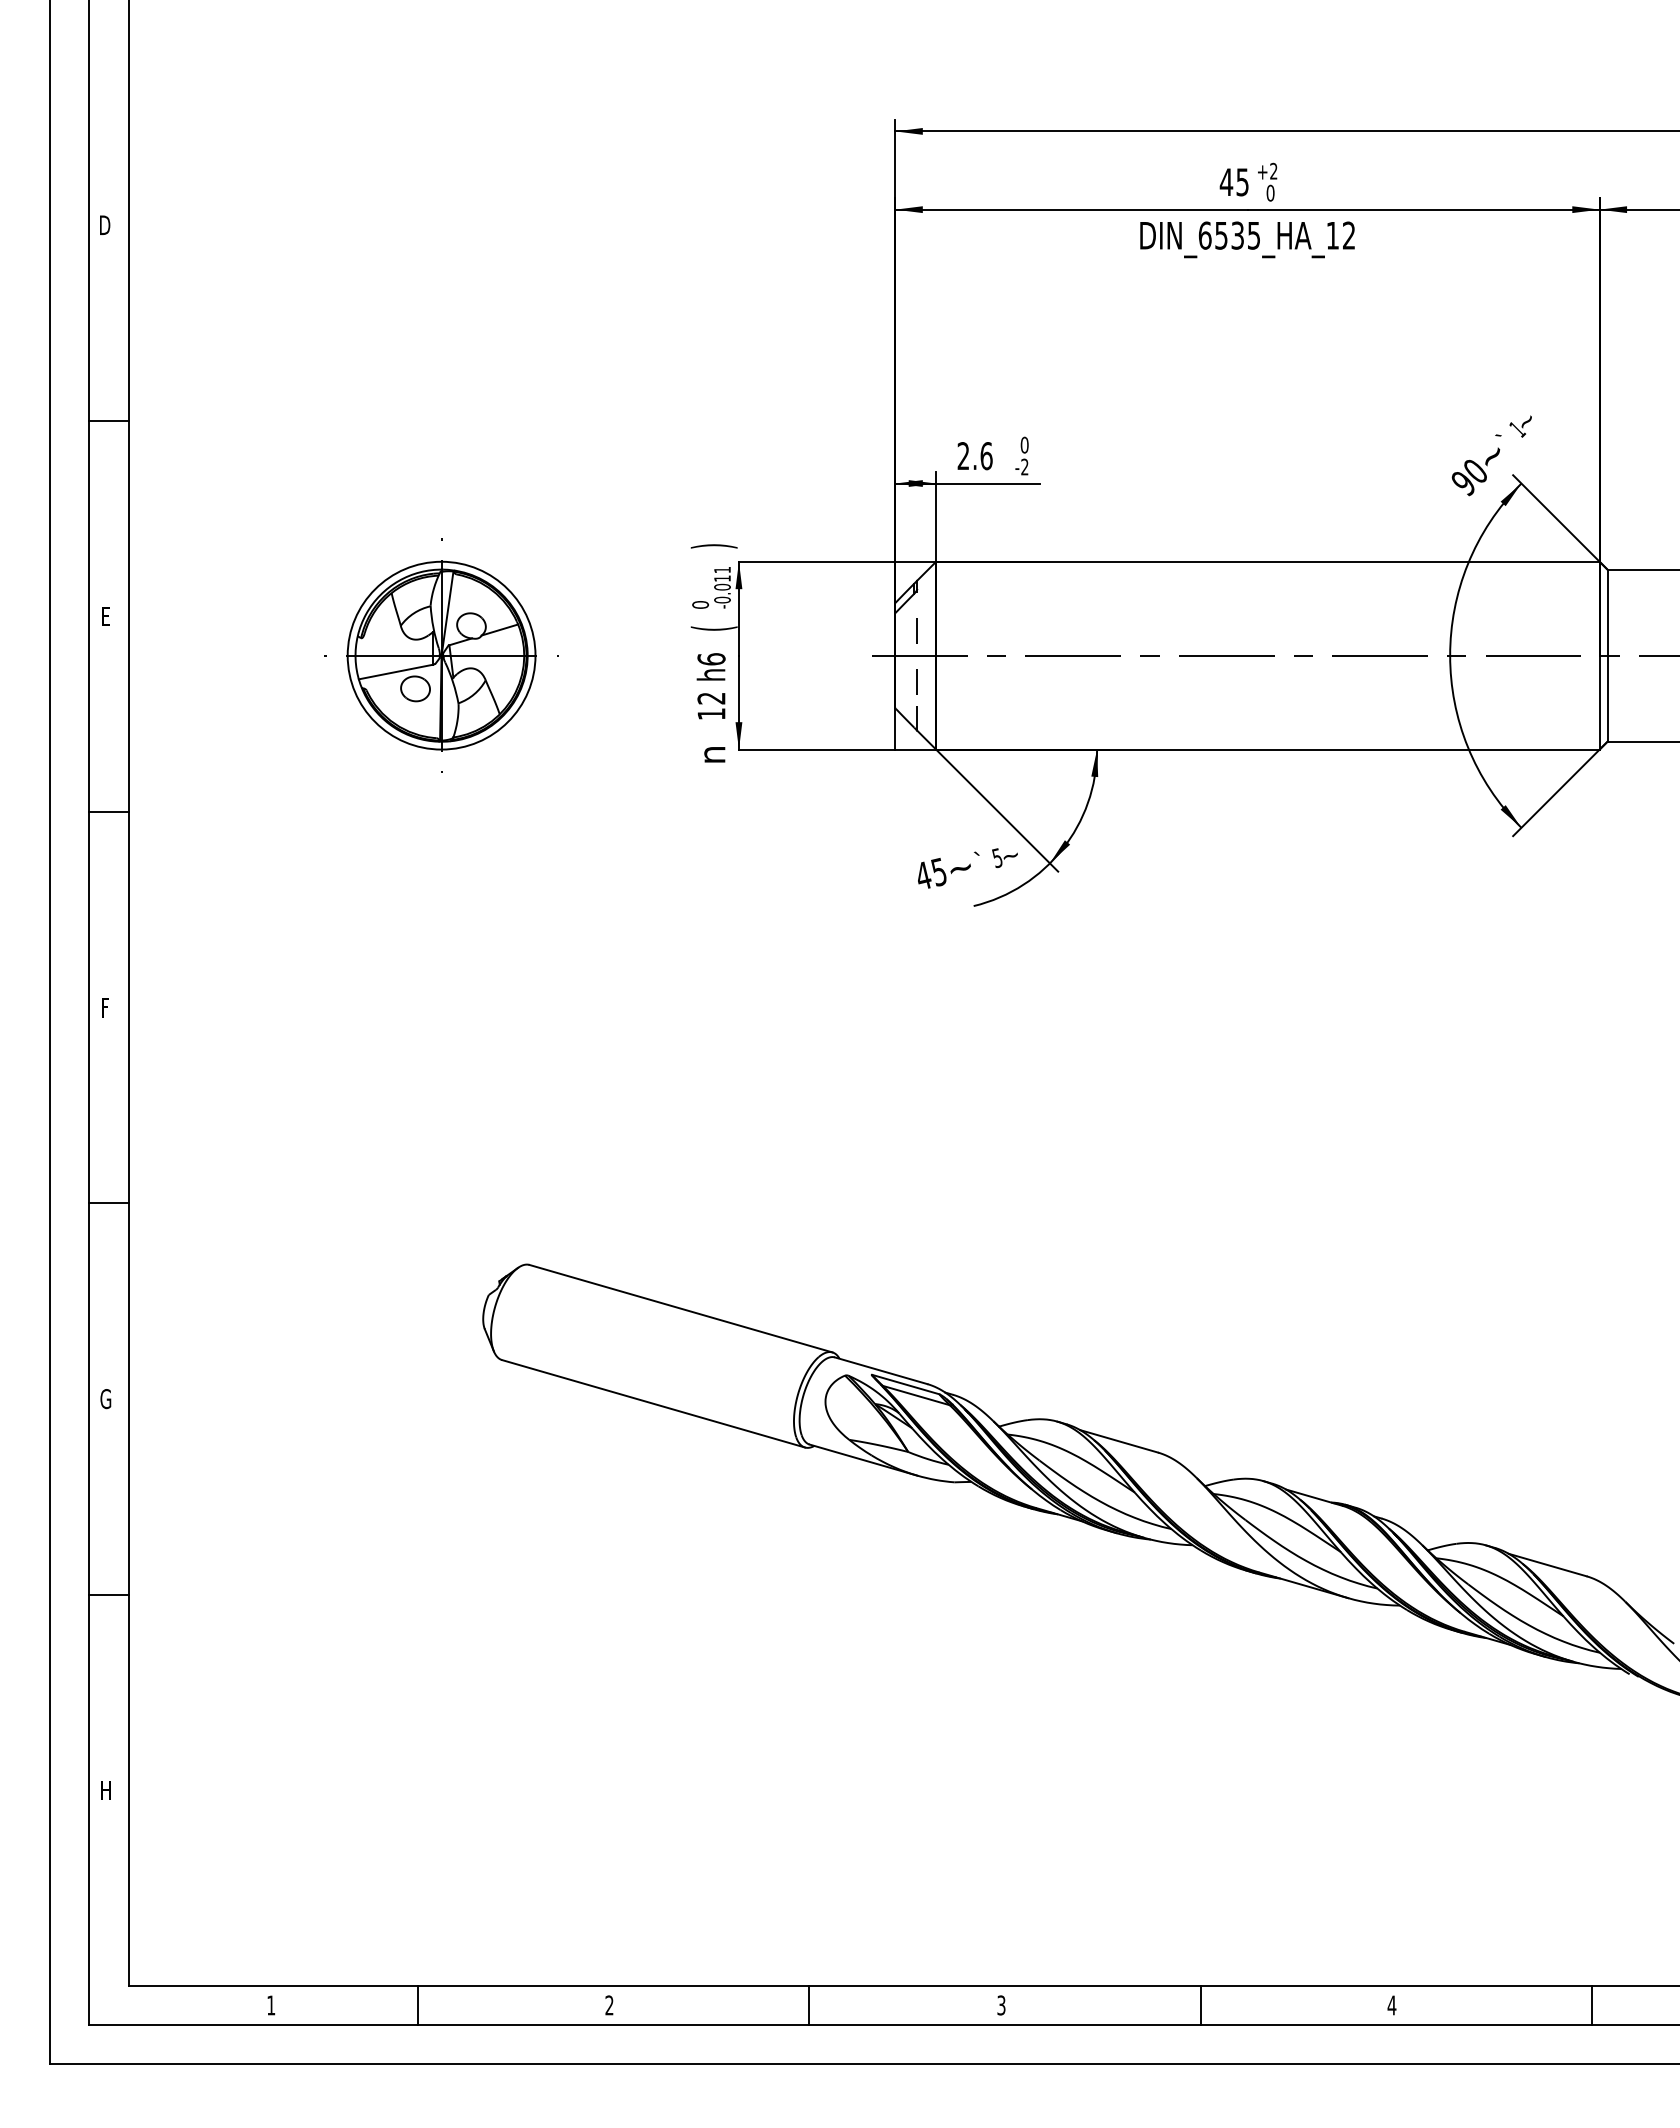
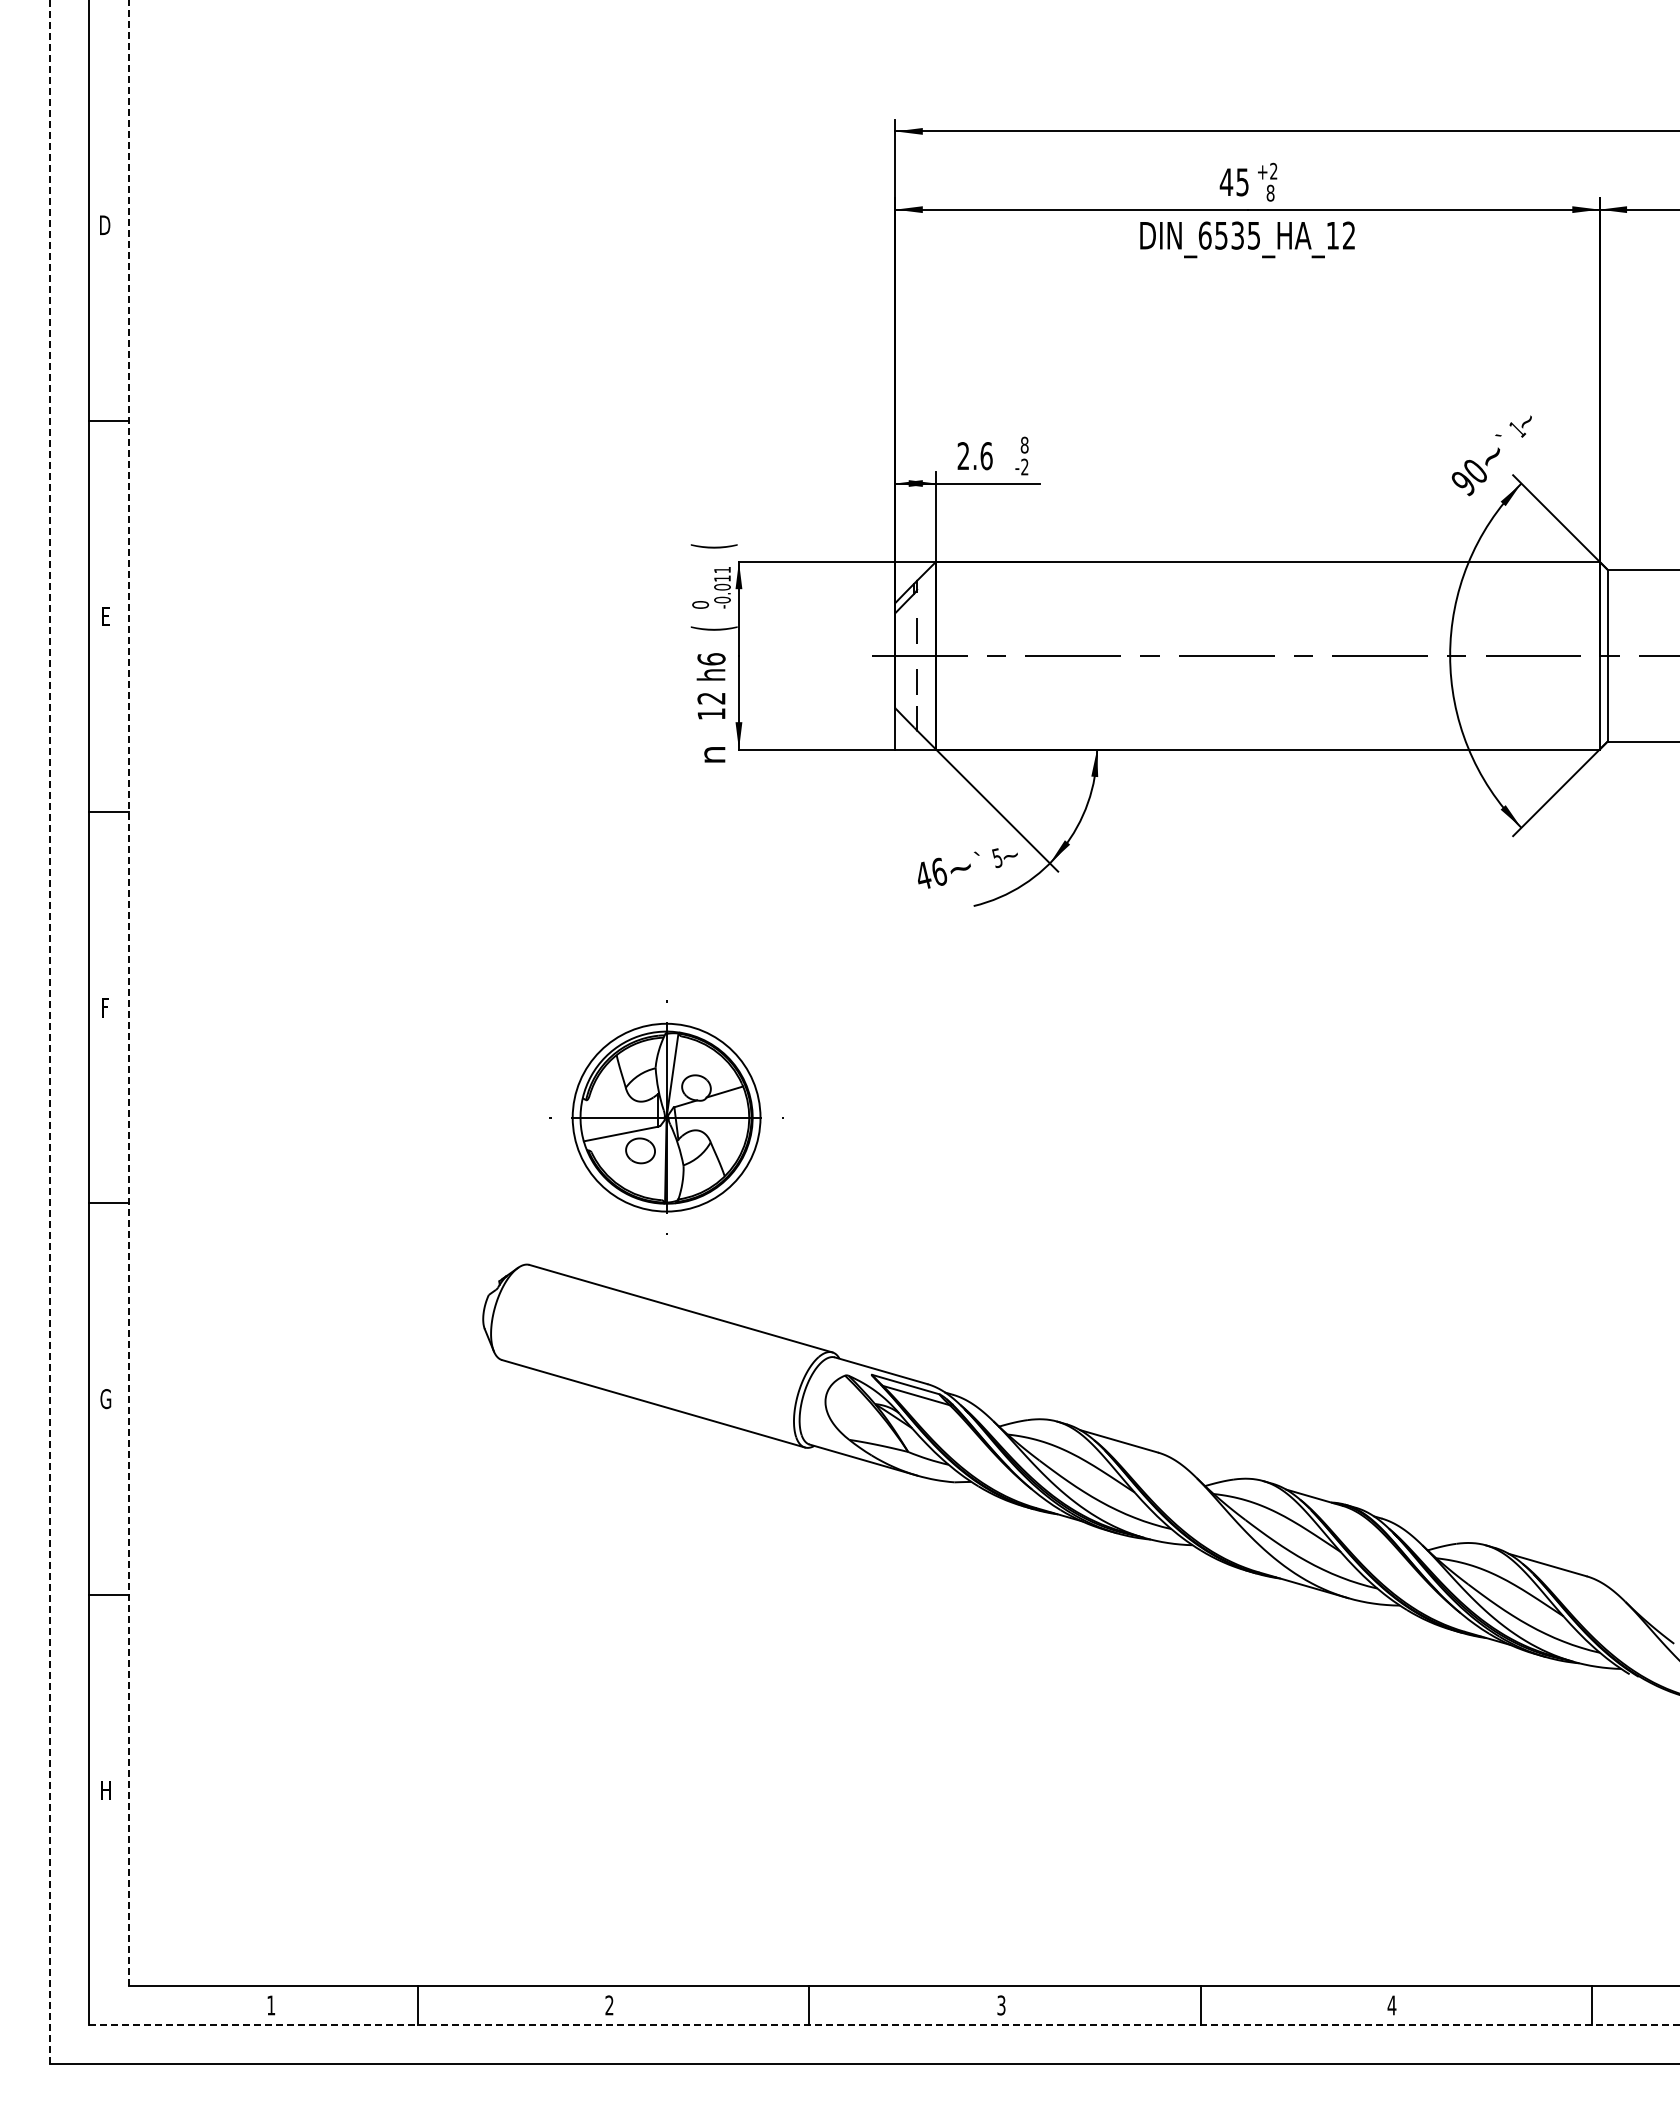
text at (1270, 193): 0 -> 8
text at (1024, 445): 0 -> 8
text at (713, 546): ) -> (
part at (441, 655) position: (441, 655) -> (666, 1117)
text at (939, 871): 45 -> 46
line at (128, 992): solid -> dashed
line at (50, 1032): solid -> dashed
line at (884, 2025): solid -> dashed
